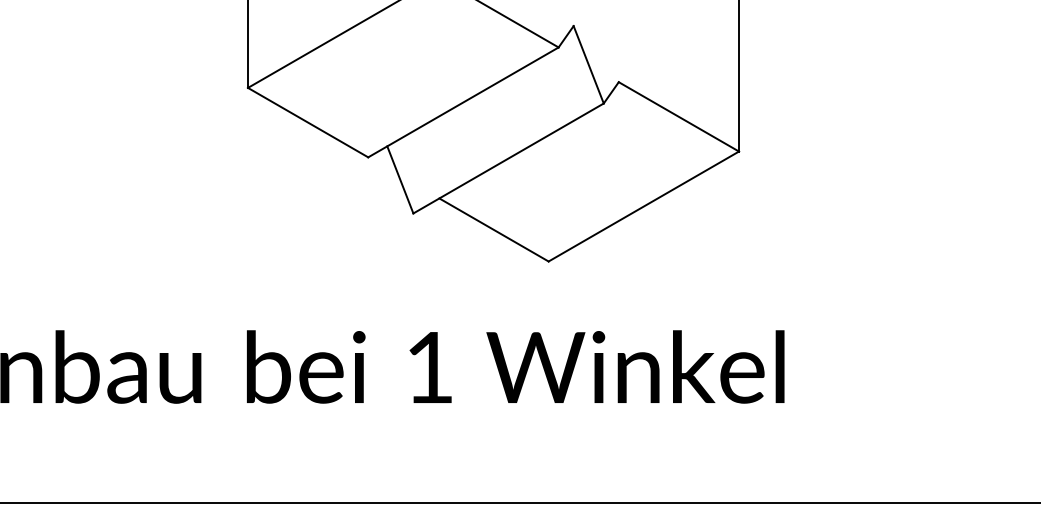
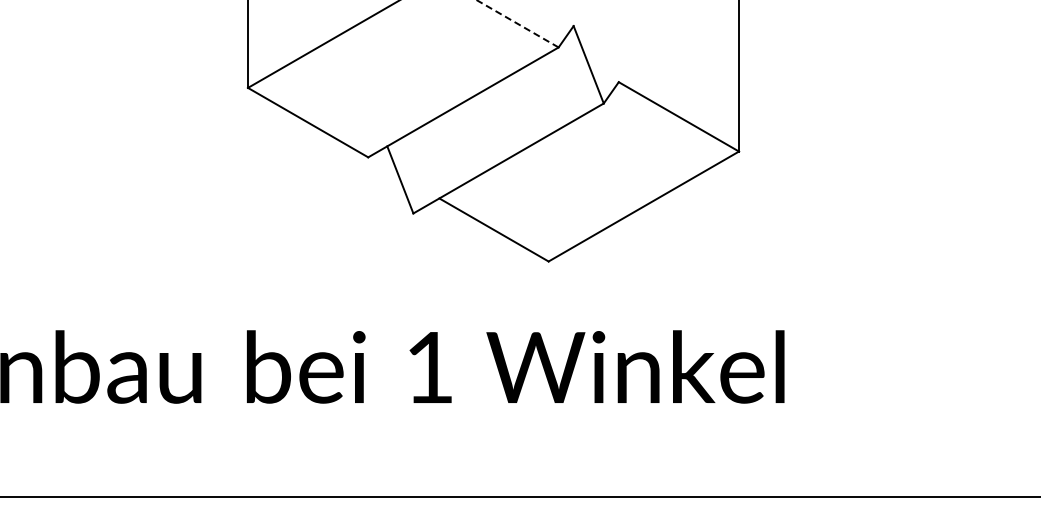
line at (517, 23): solid -> dashed
line at (519, 503) position: (519, 503) -> (519, 497)
